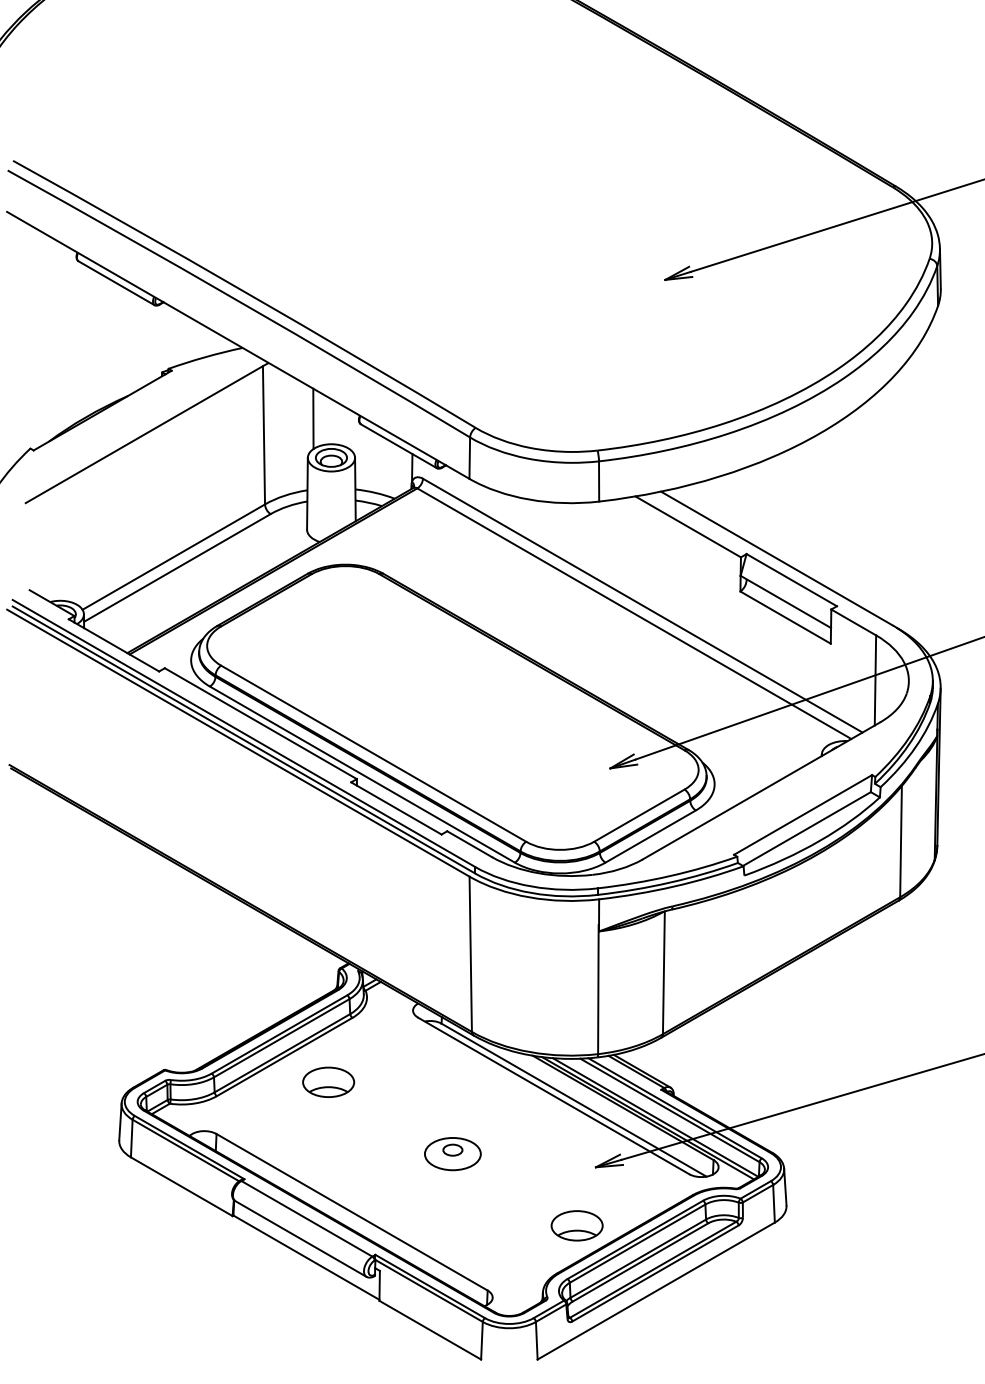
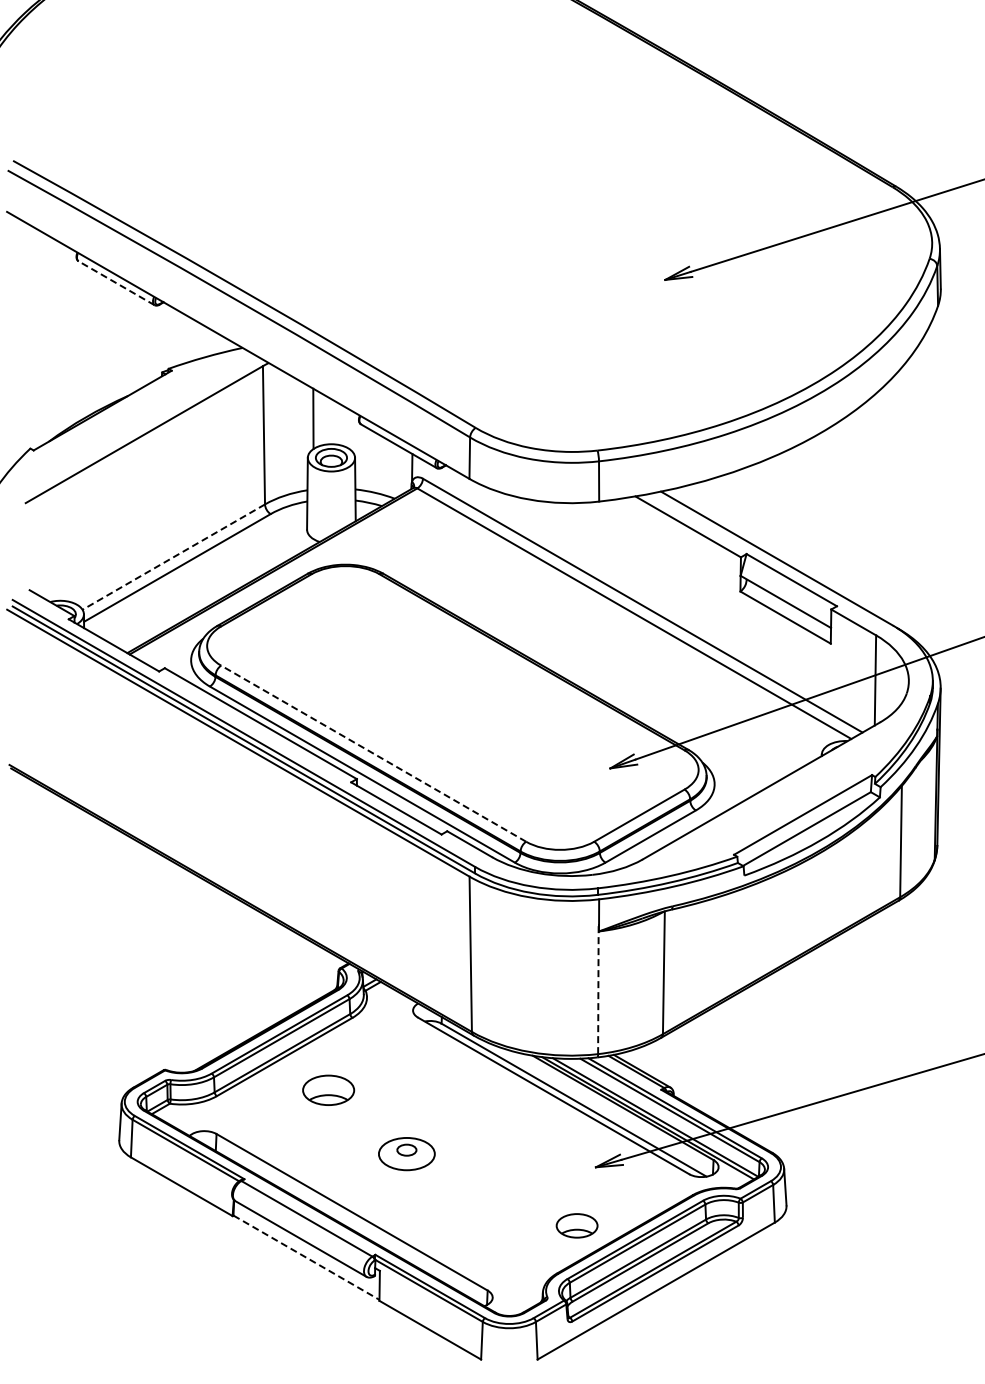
line at (116, 283): solid -> dashed
line at (173, 557): solid -> dashed
line at (373, 753): solid -> dashed
line at (598, 989): solid -> dashed
part at (328, 1081) position: (328, 1081) -> (328, 1089)
part at (452, 1154) position: (452, 1154) -> (406, 1154)
part at (576, 1225) size: 54x32 px -> 44x26 px
line at (306, 1257): solid -> dashed
